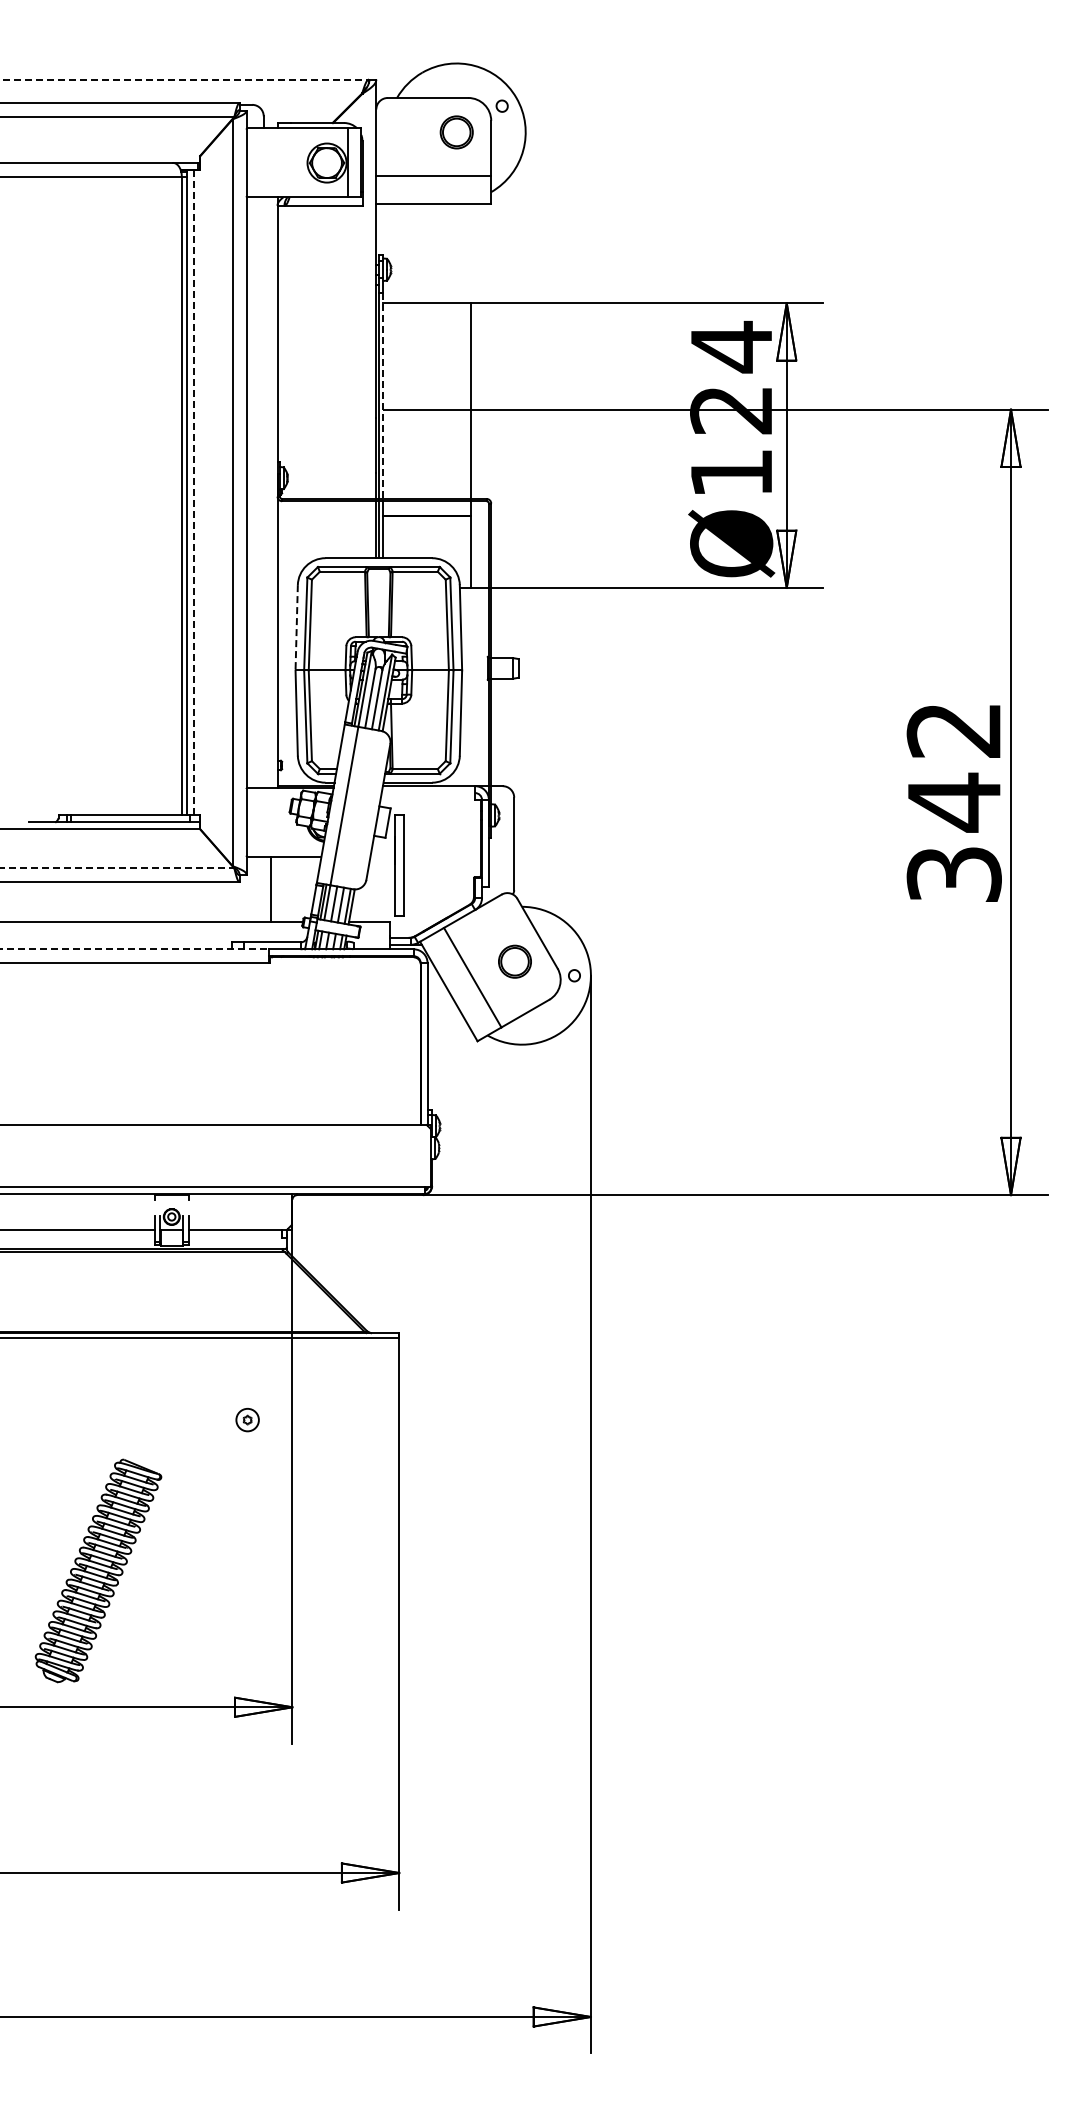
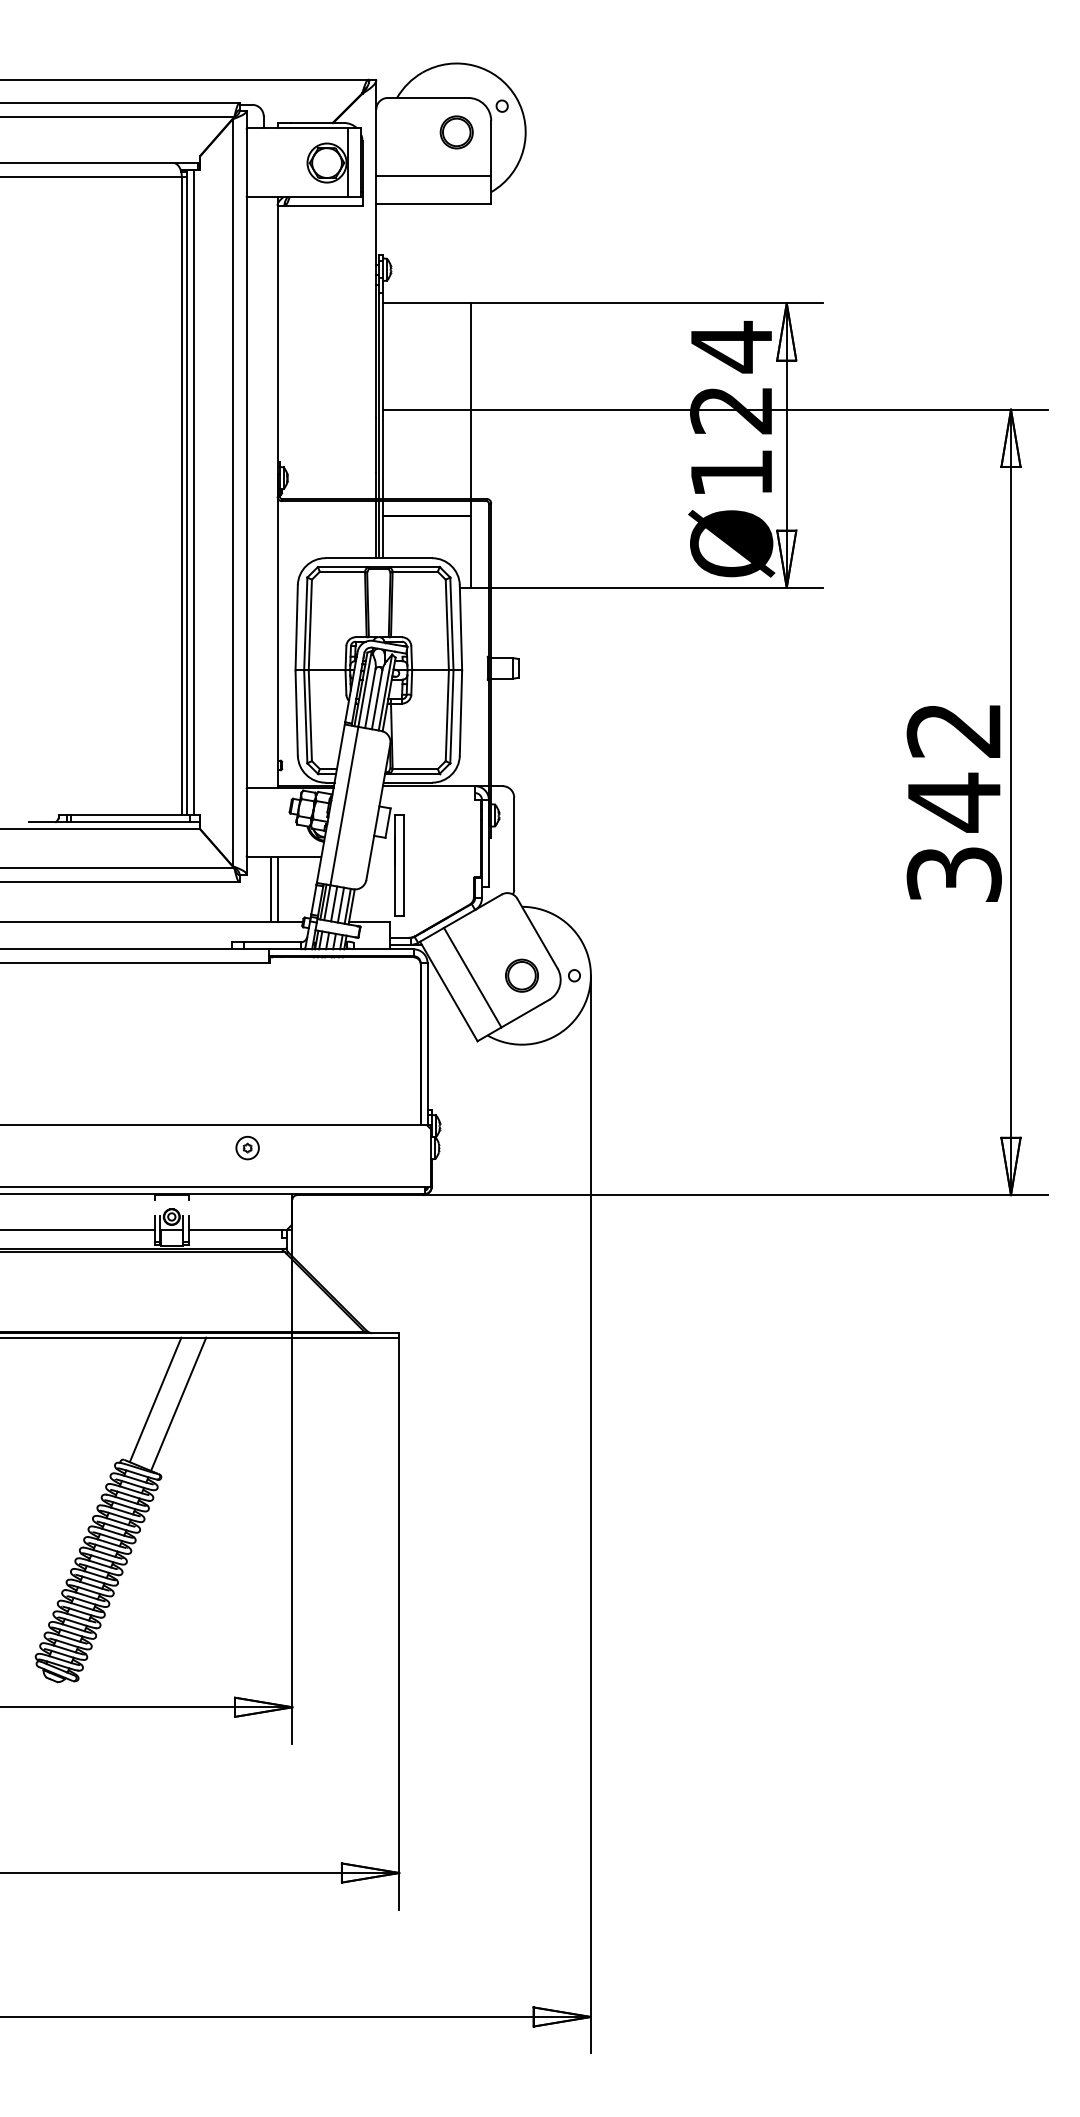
line at (185, 79): dashed -> solid
line at (383, 396): dashed -> solid
line at (193, 492): dashed -> solid
line at (296, 627): dashed -> solid
line at (117, 868): dashed -> solid
line at (277, 888): none -> present
line at (135, 949): dashed -> solid
part at (514, 961) position: (514, 961) -> (521, 975)
line at (155, 1399): none -> present
line at (178, 1403): none -> present
part at (247, 1420) position: (247, 1420) -> (247, 1148)
